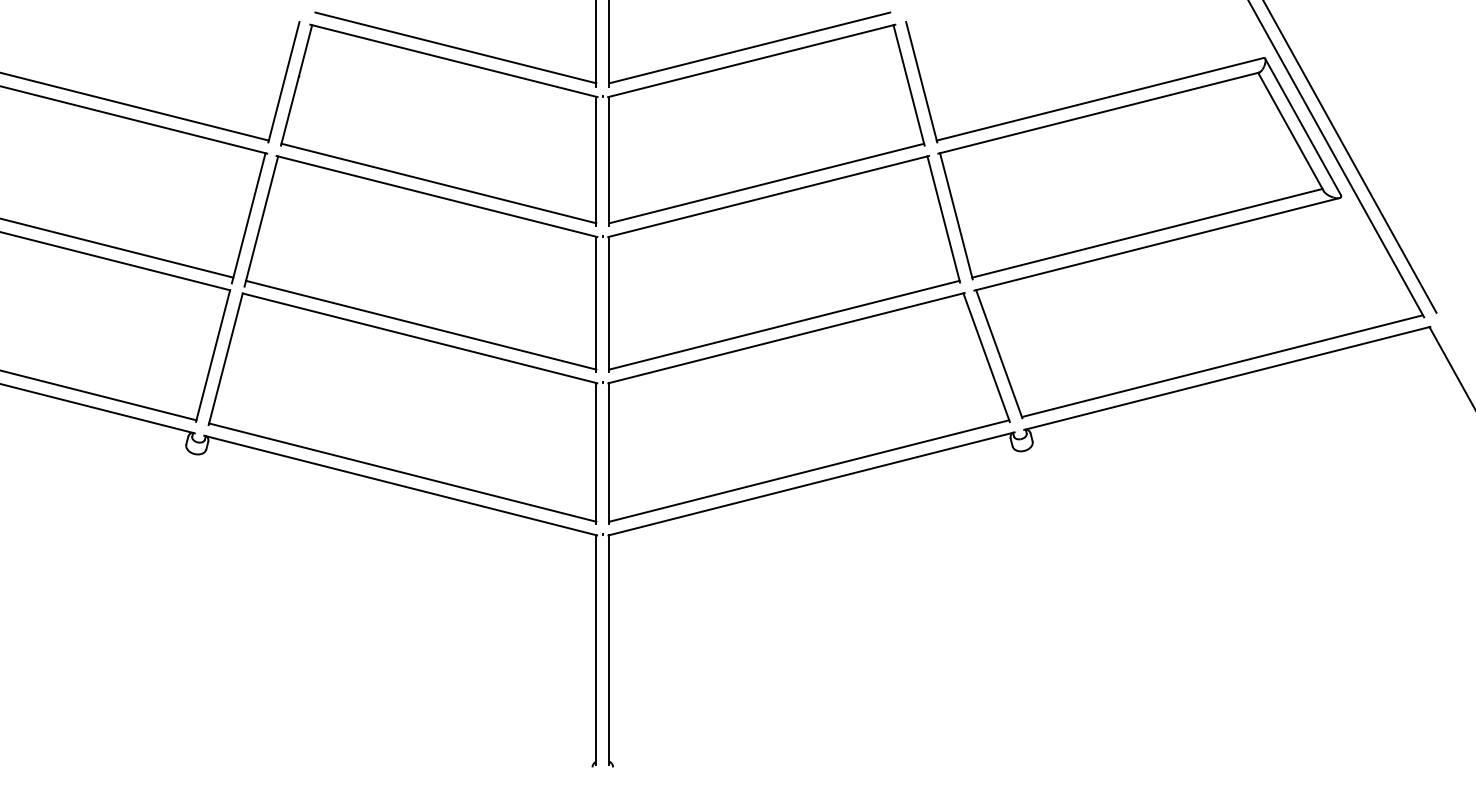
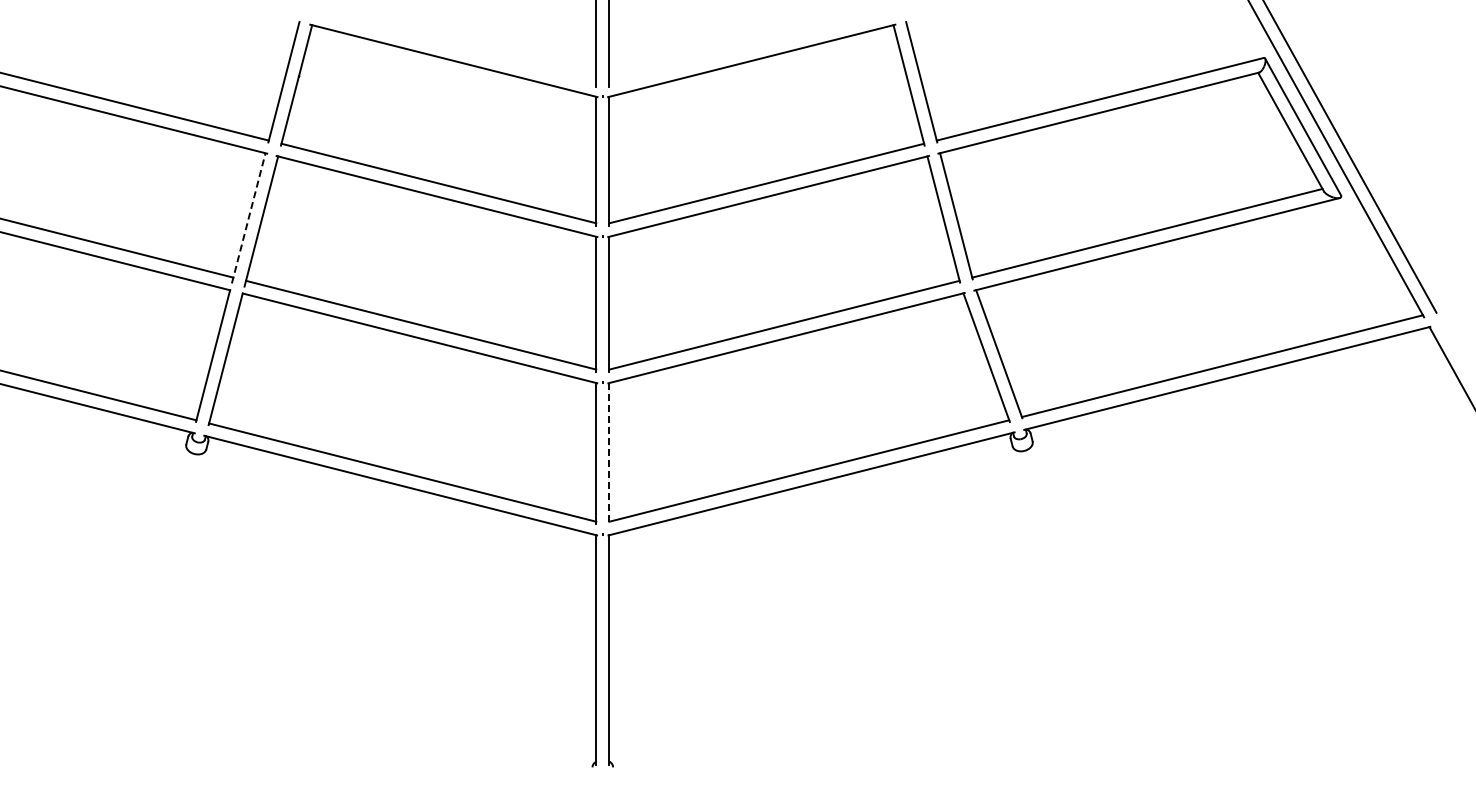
line at (455, 47): present -> none
line at (749, 47): present -> none
line at (248, 217): solid -> dashed
line at (609, 453): solid -> dashed
